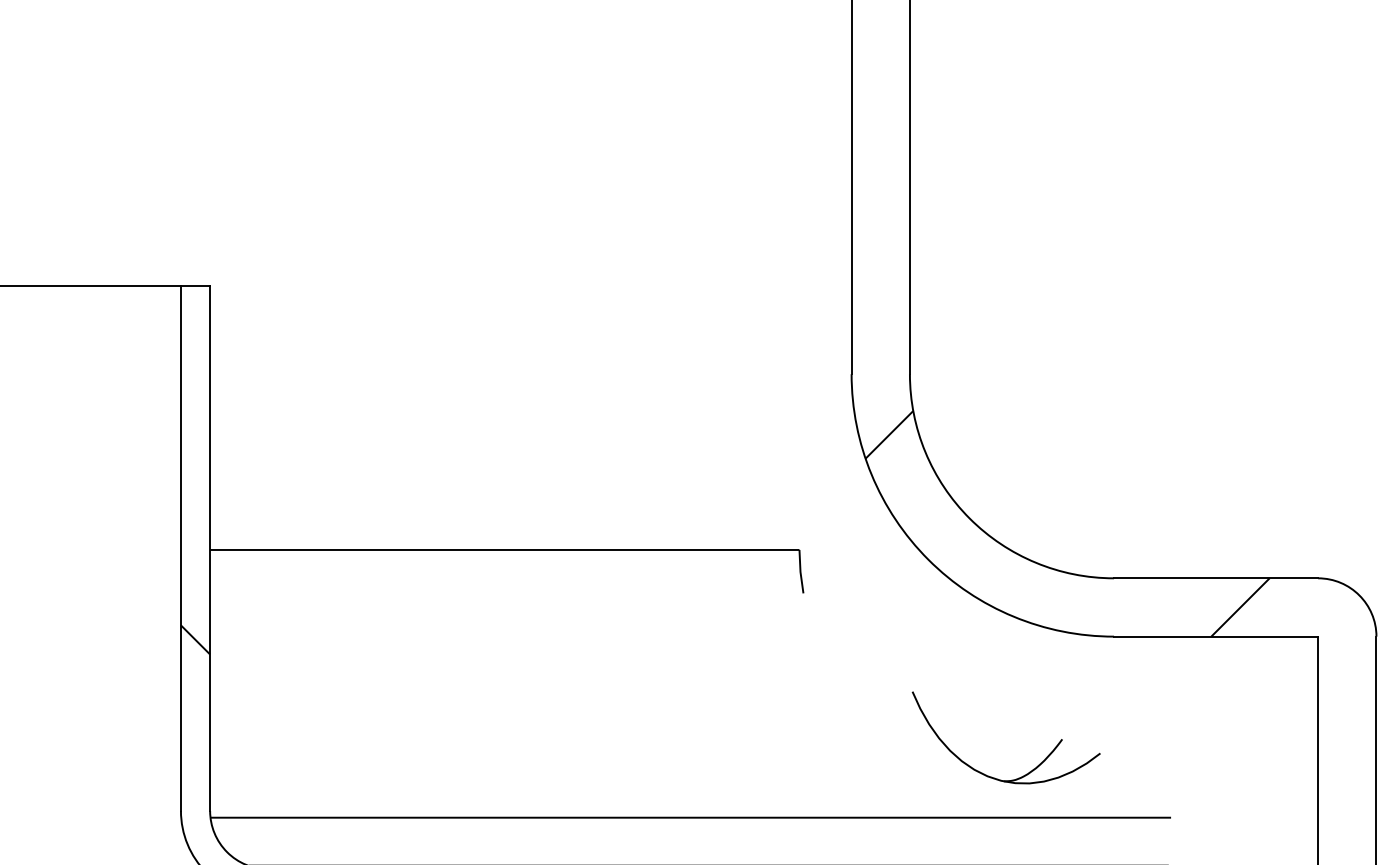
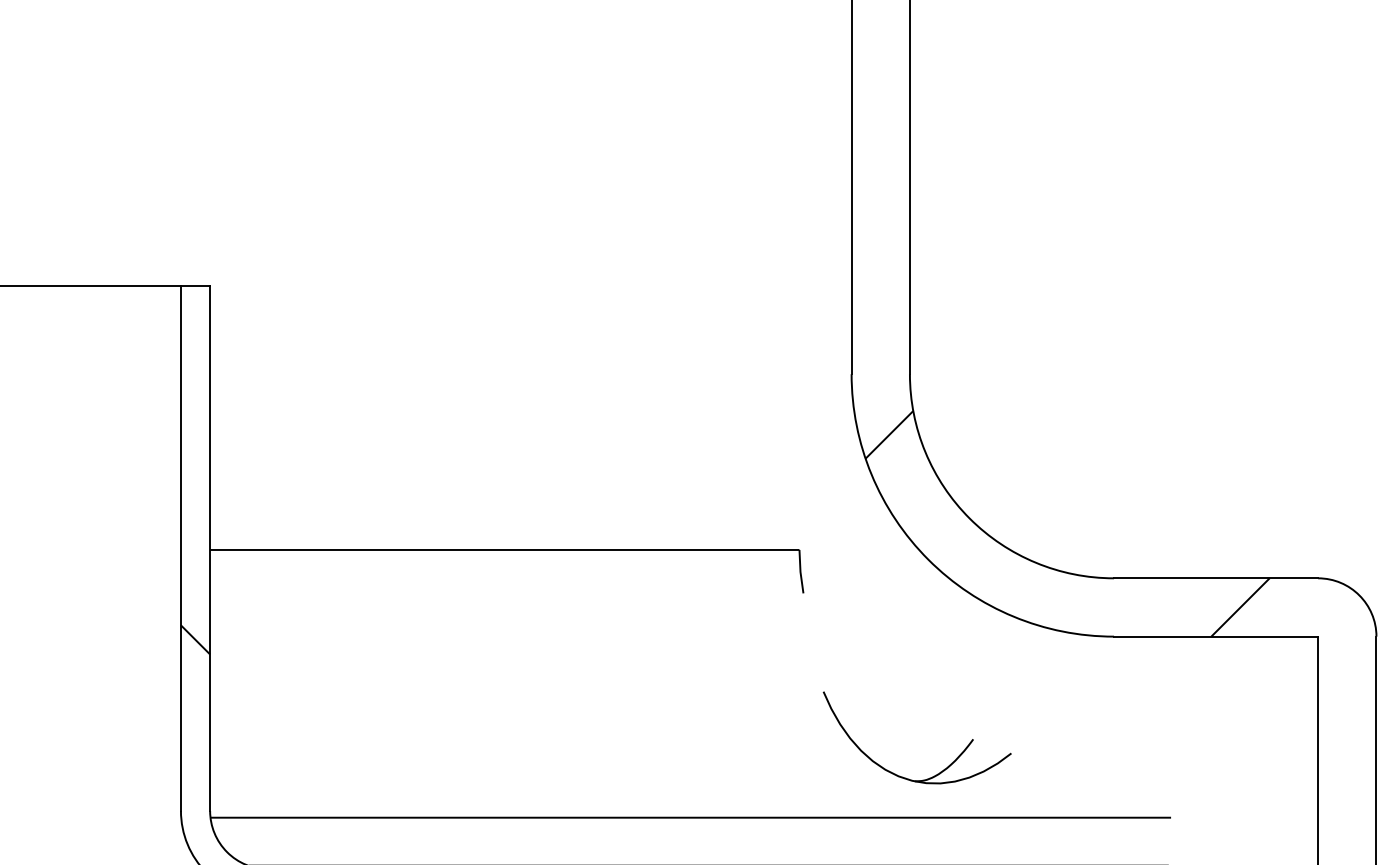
part at (991, 776) position: (991, 776) -> (902, 776)
